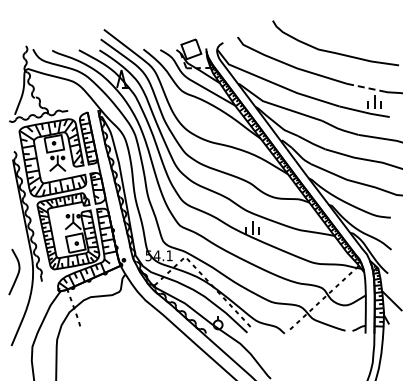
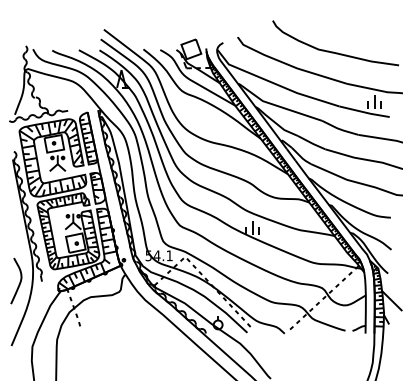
line at (366, 87): dashed -> solid
curve at (17, 272) position: (17, 272) -> (19, 281)
